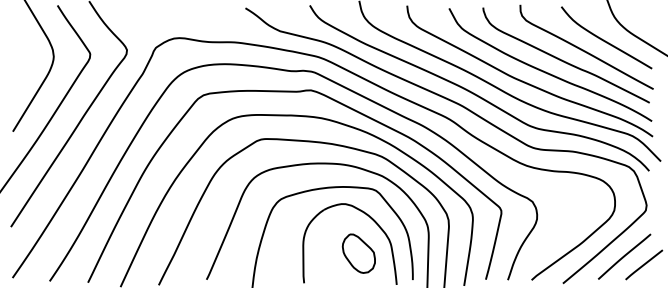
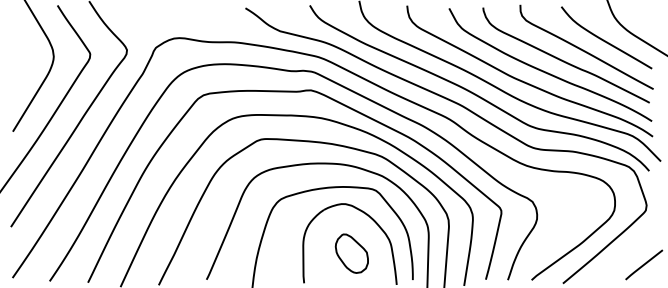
part at (358, 253) position: (358, 253) -> (351, 253)
line at (624, 256): present -> none
